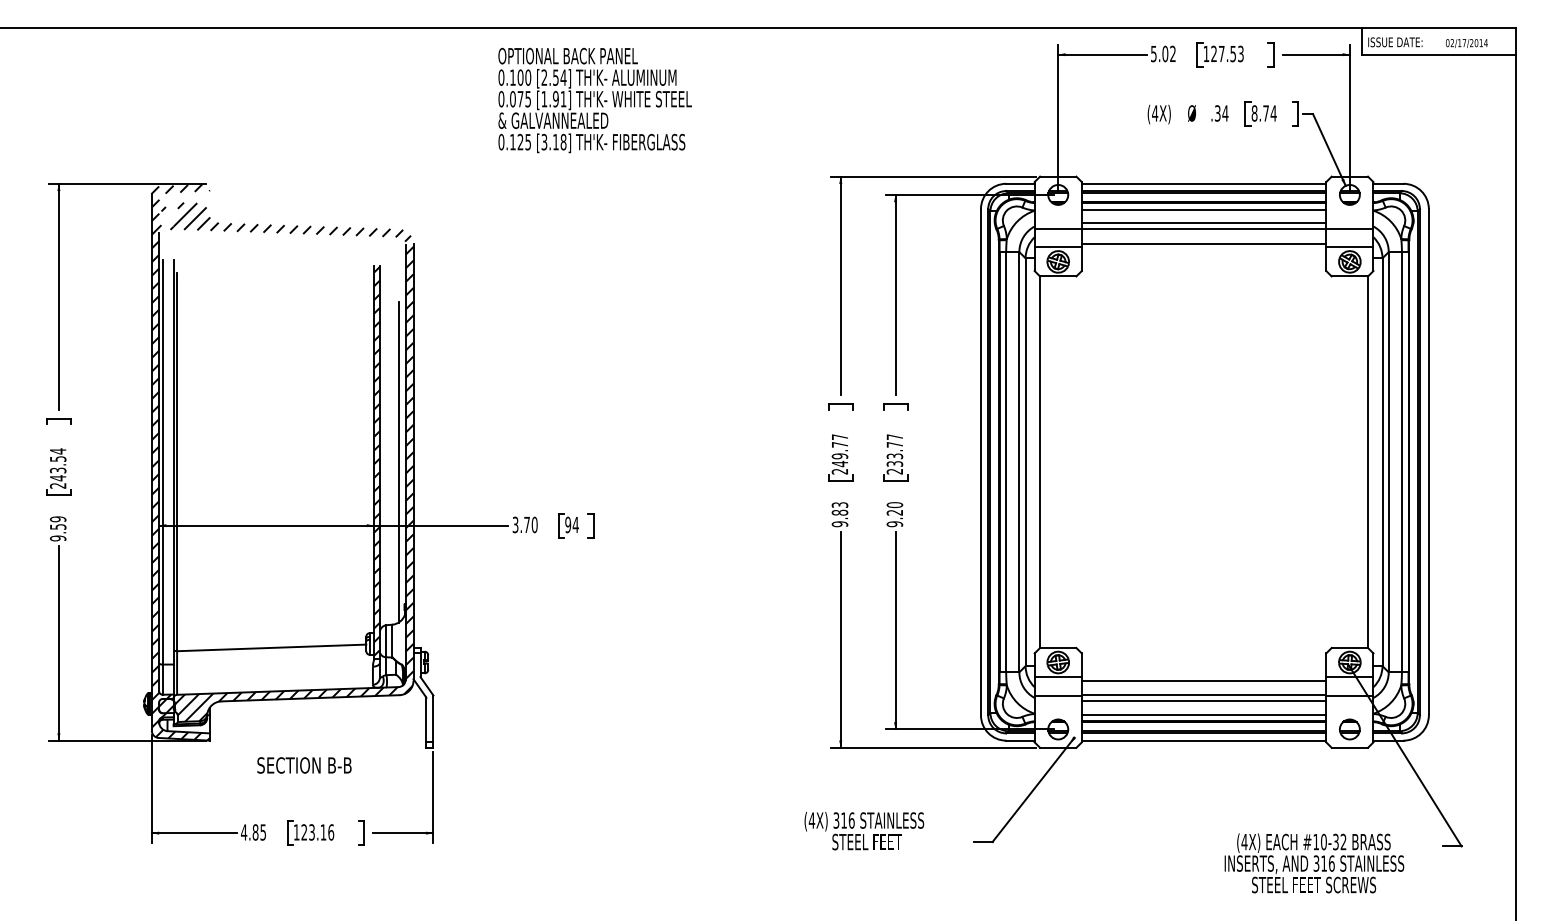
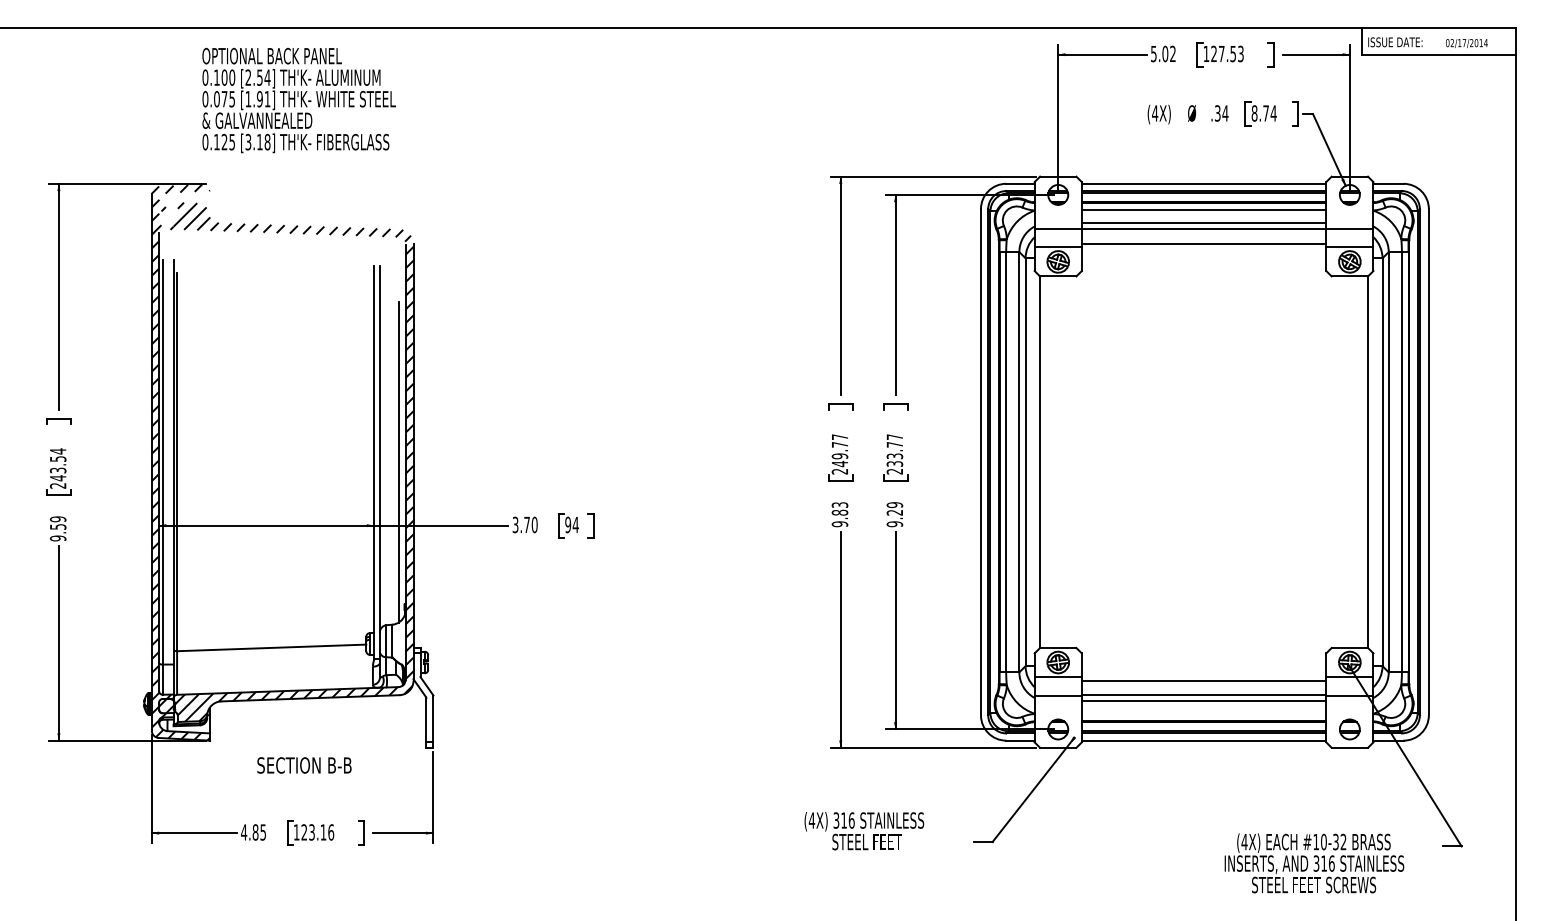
text at (594, 100) position: (594, 100) -> (298, 100)
hatch at (376, 461): present -> none
text at (895, 505): 9.20 -> 9.29
line at (1203, 714): present -> none
